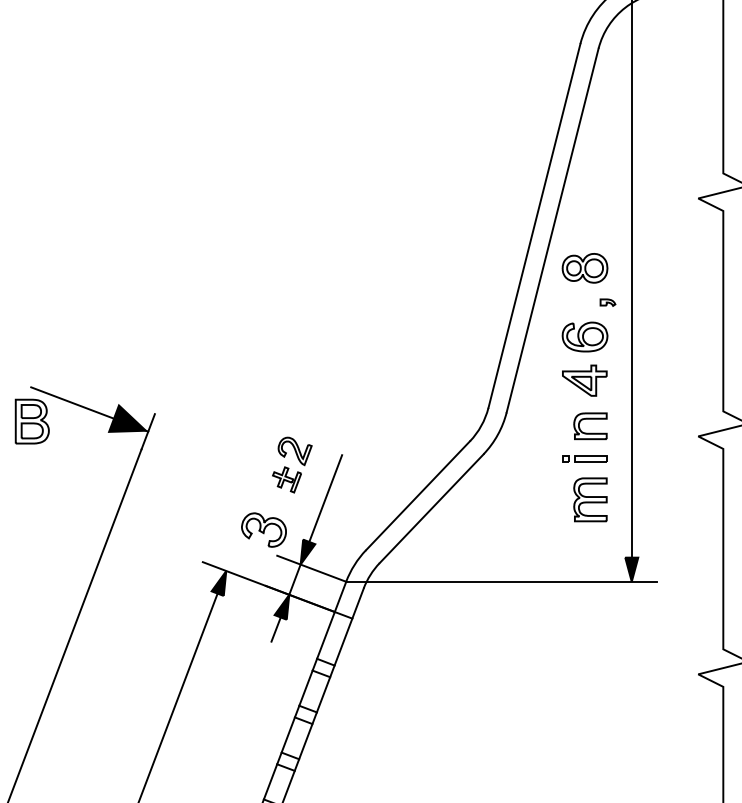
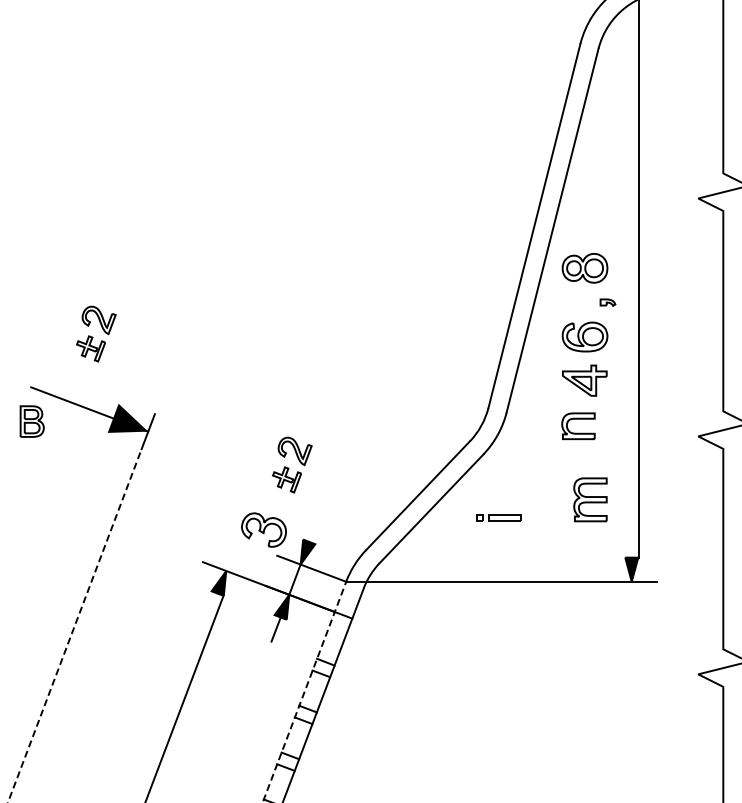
line at (631, 279) position: (631, 279) -> (638, 279)
part at (96, 333): none -> present
part at (31, 421) size: 36x47 px -> 26x33 px
part at (590, 426) position: (590, 426) -> (578, 426)
part at (584, 458) position: (584, 458) -> (498, 517)
line at (325, 498): present -> none
line at (74, 625): solid -> dashed
line at (304, 692): solid -> dashed
line at (178, 696) position: (178, 696) -> (184, 697)
